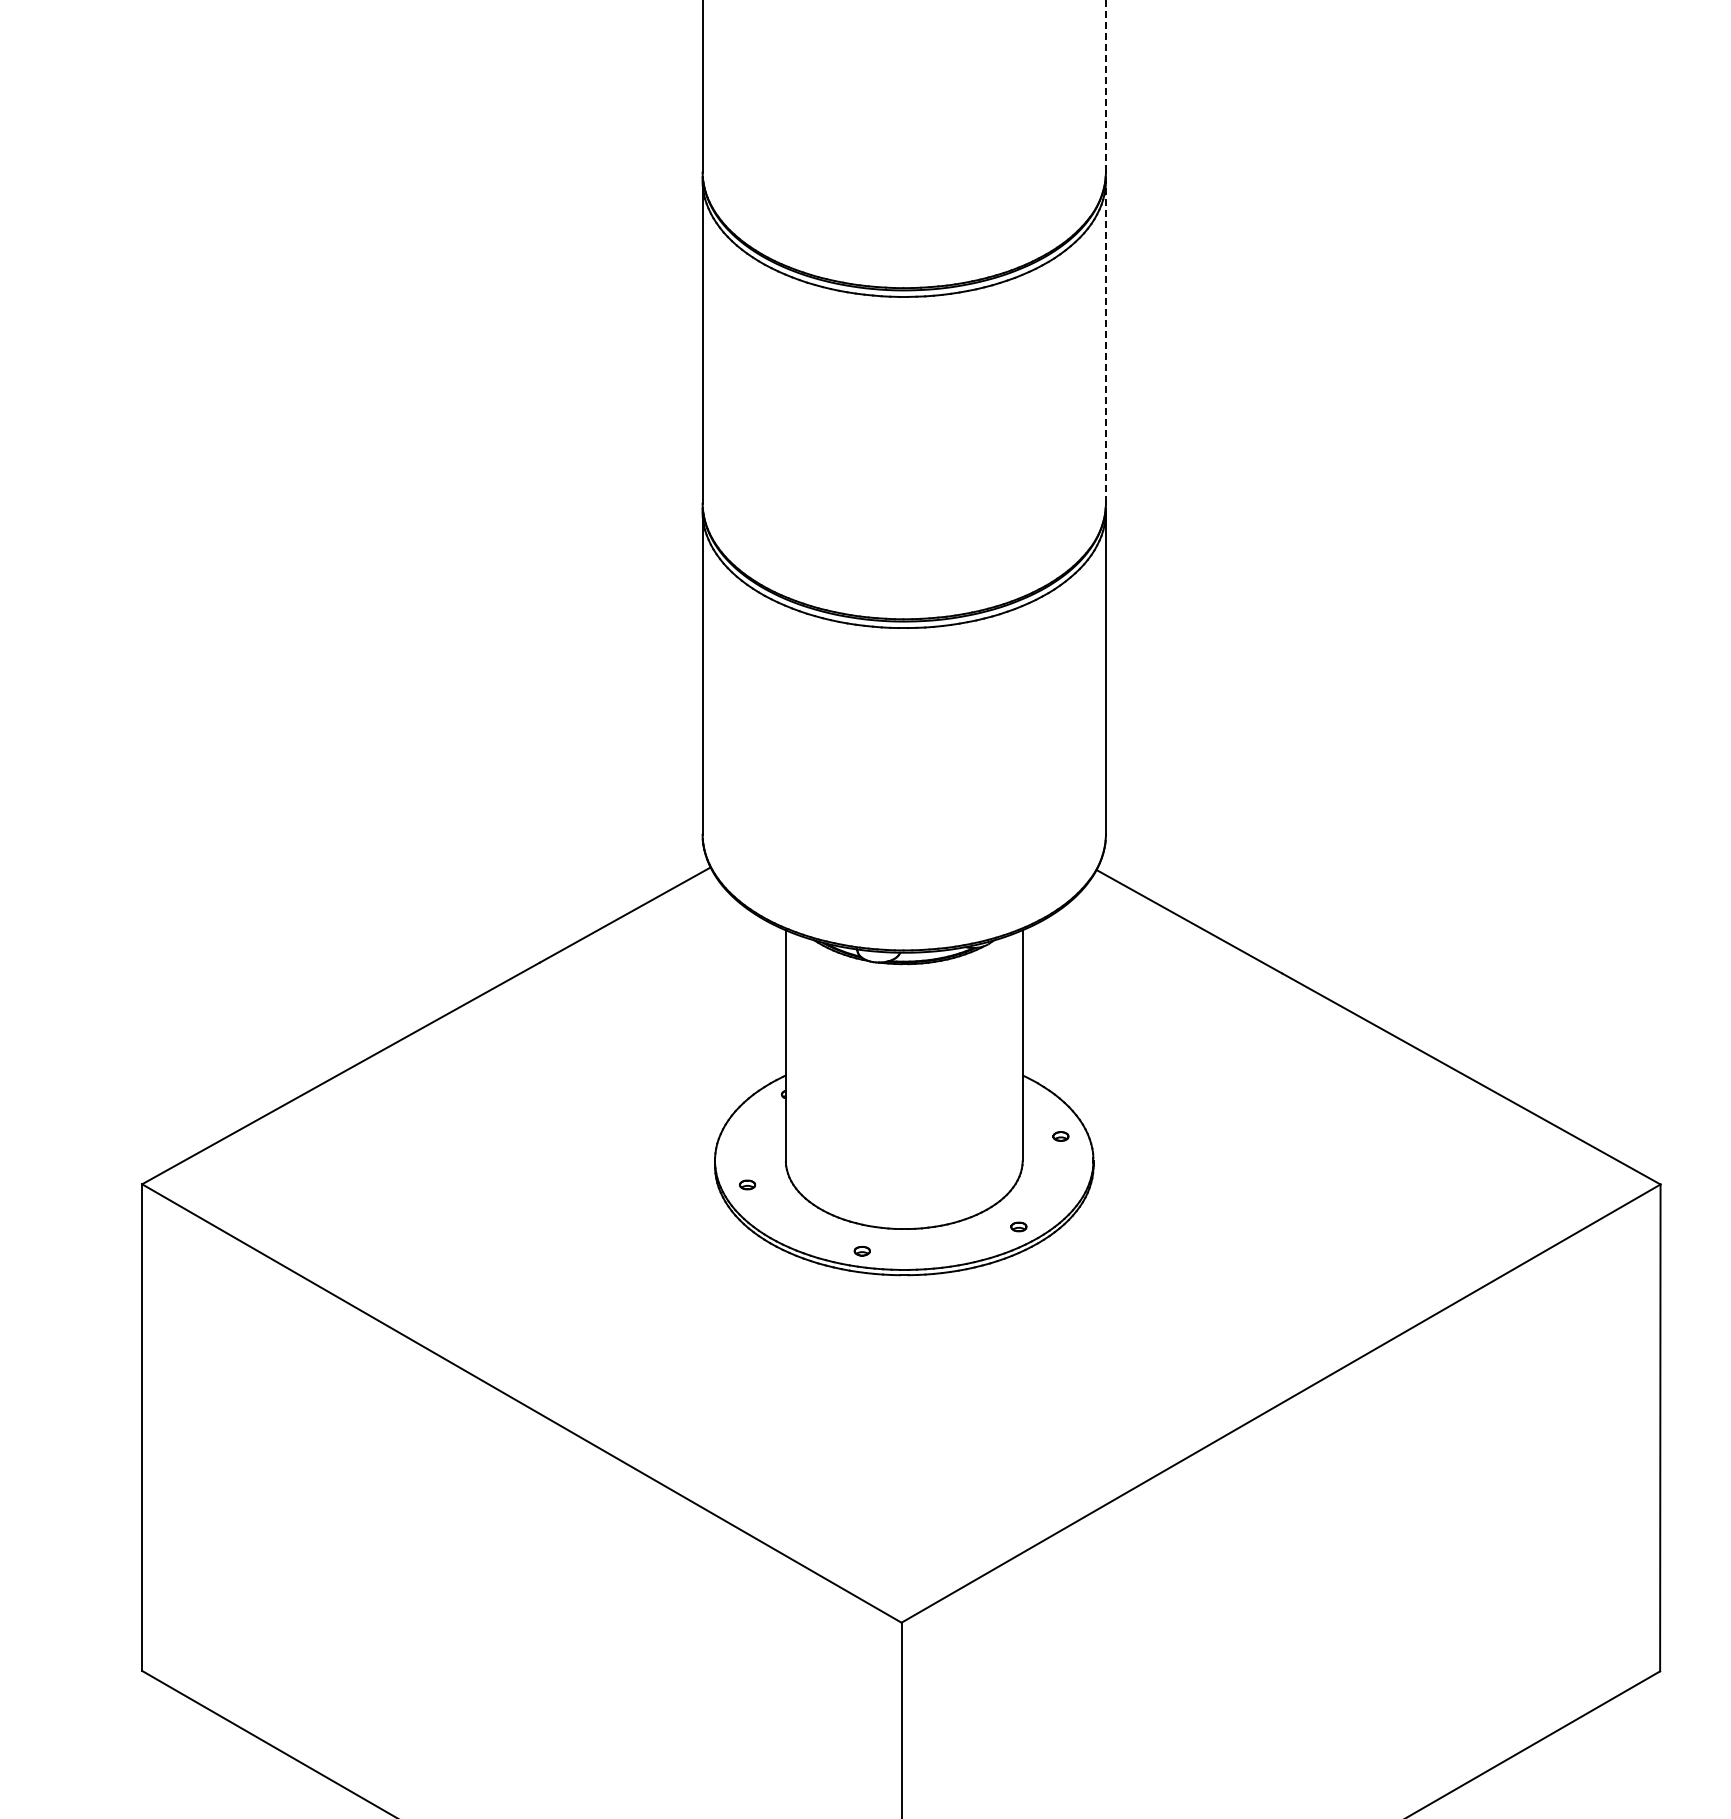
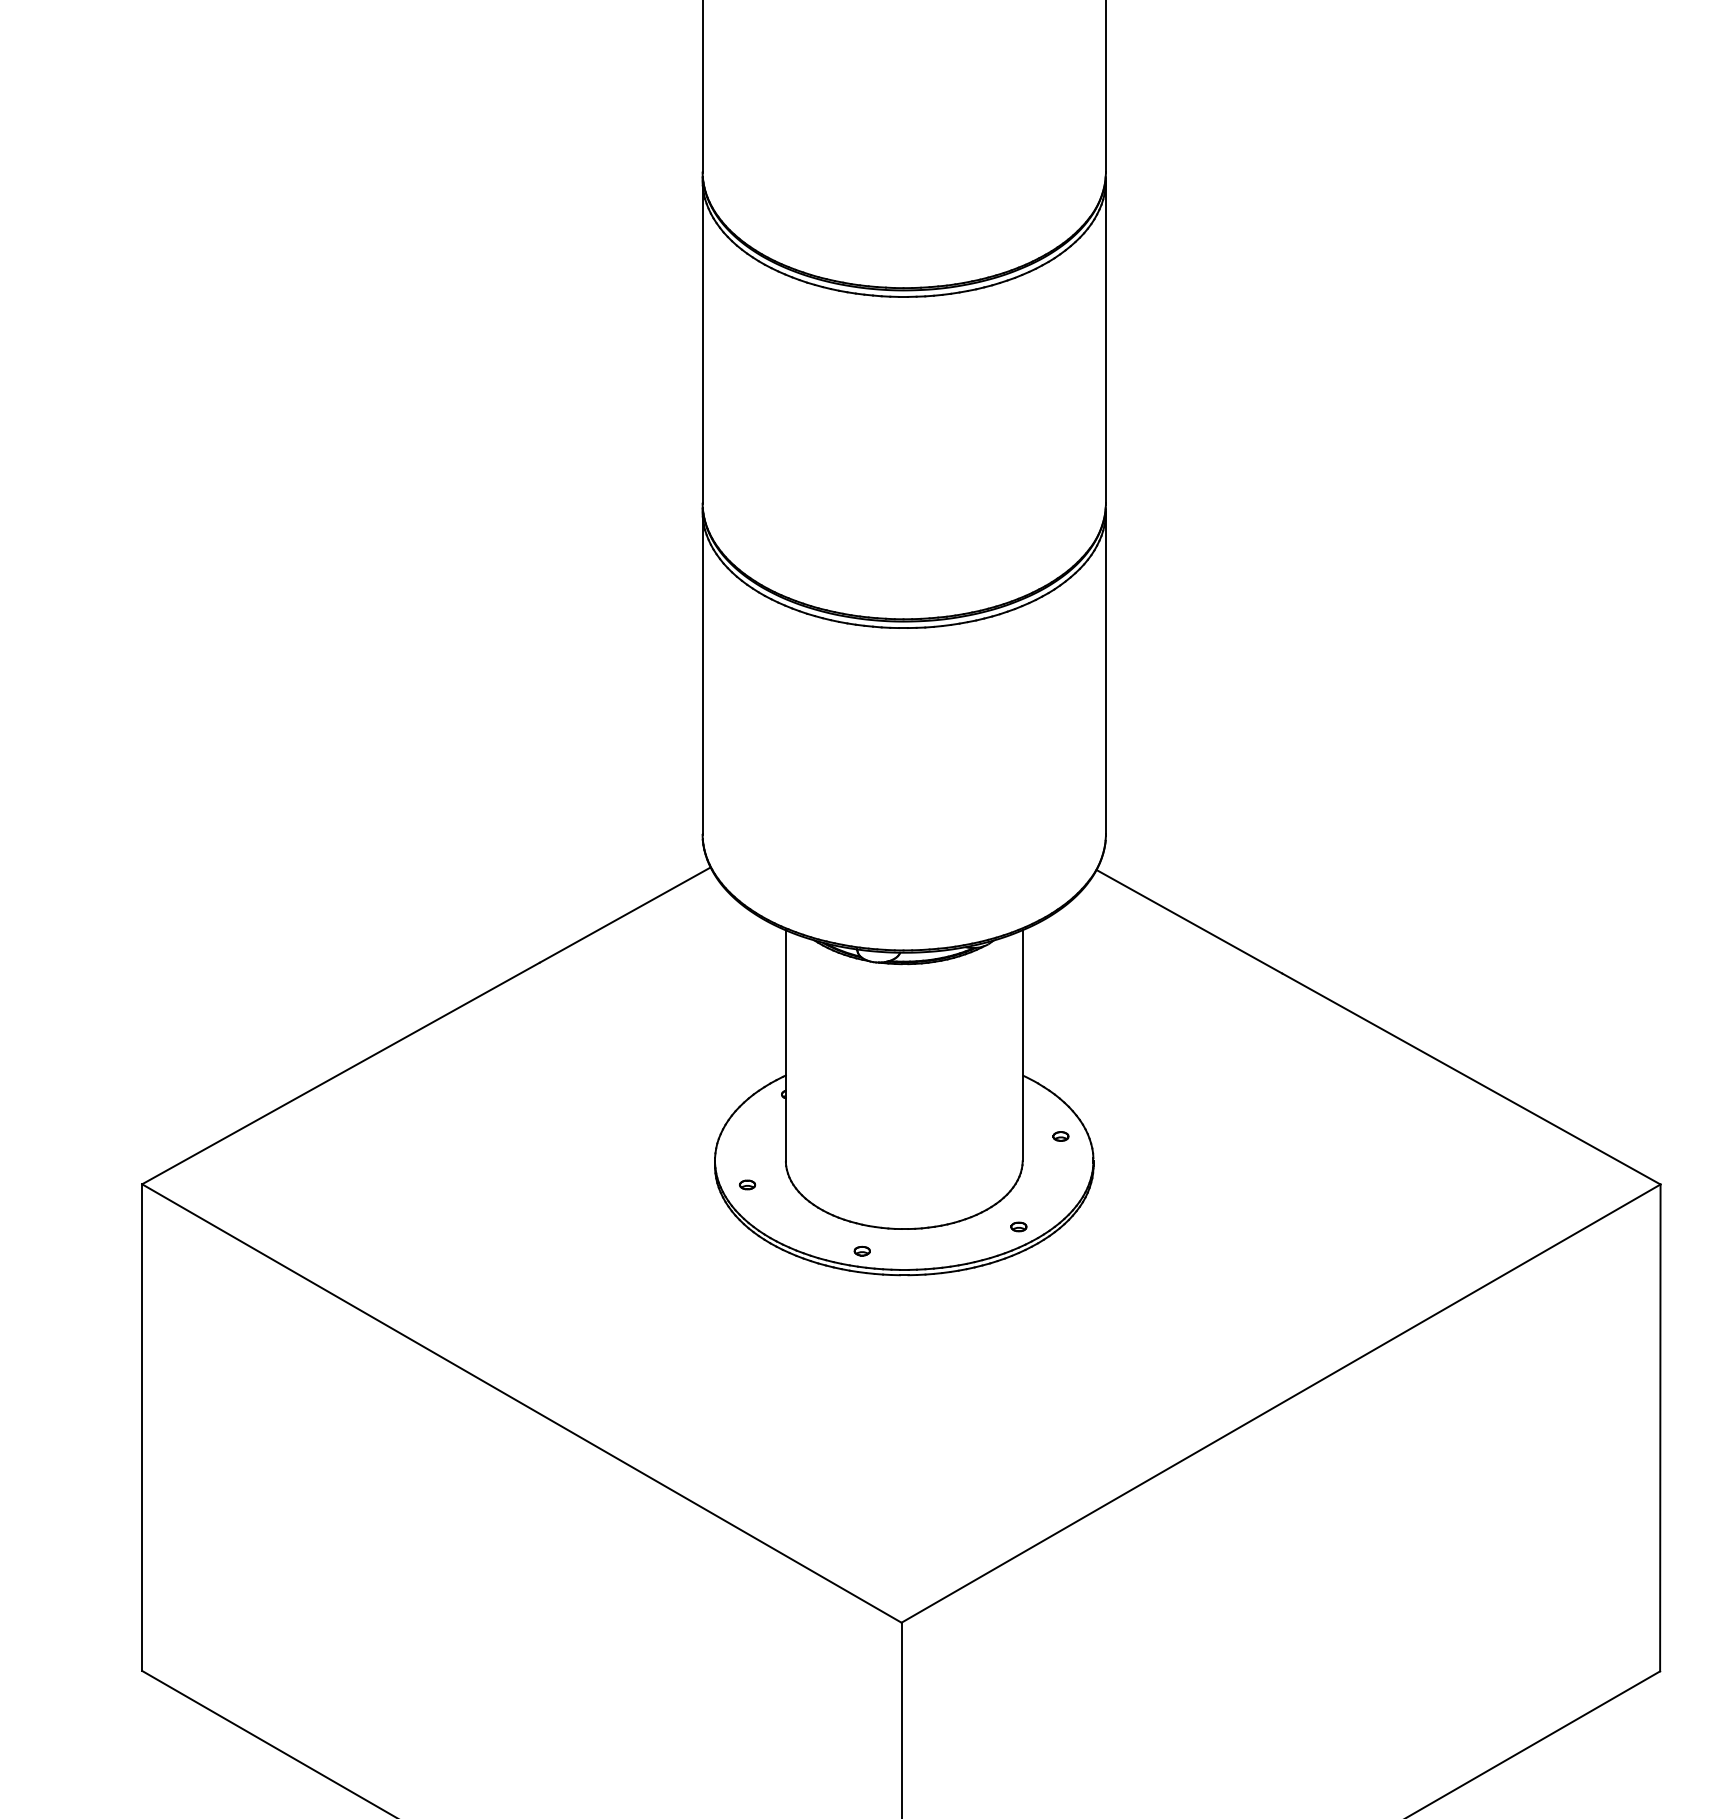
line at (1105, 85): dashed -> solid
line at (1105, 341): dashed -> solid
